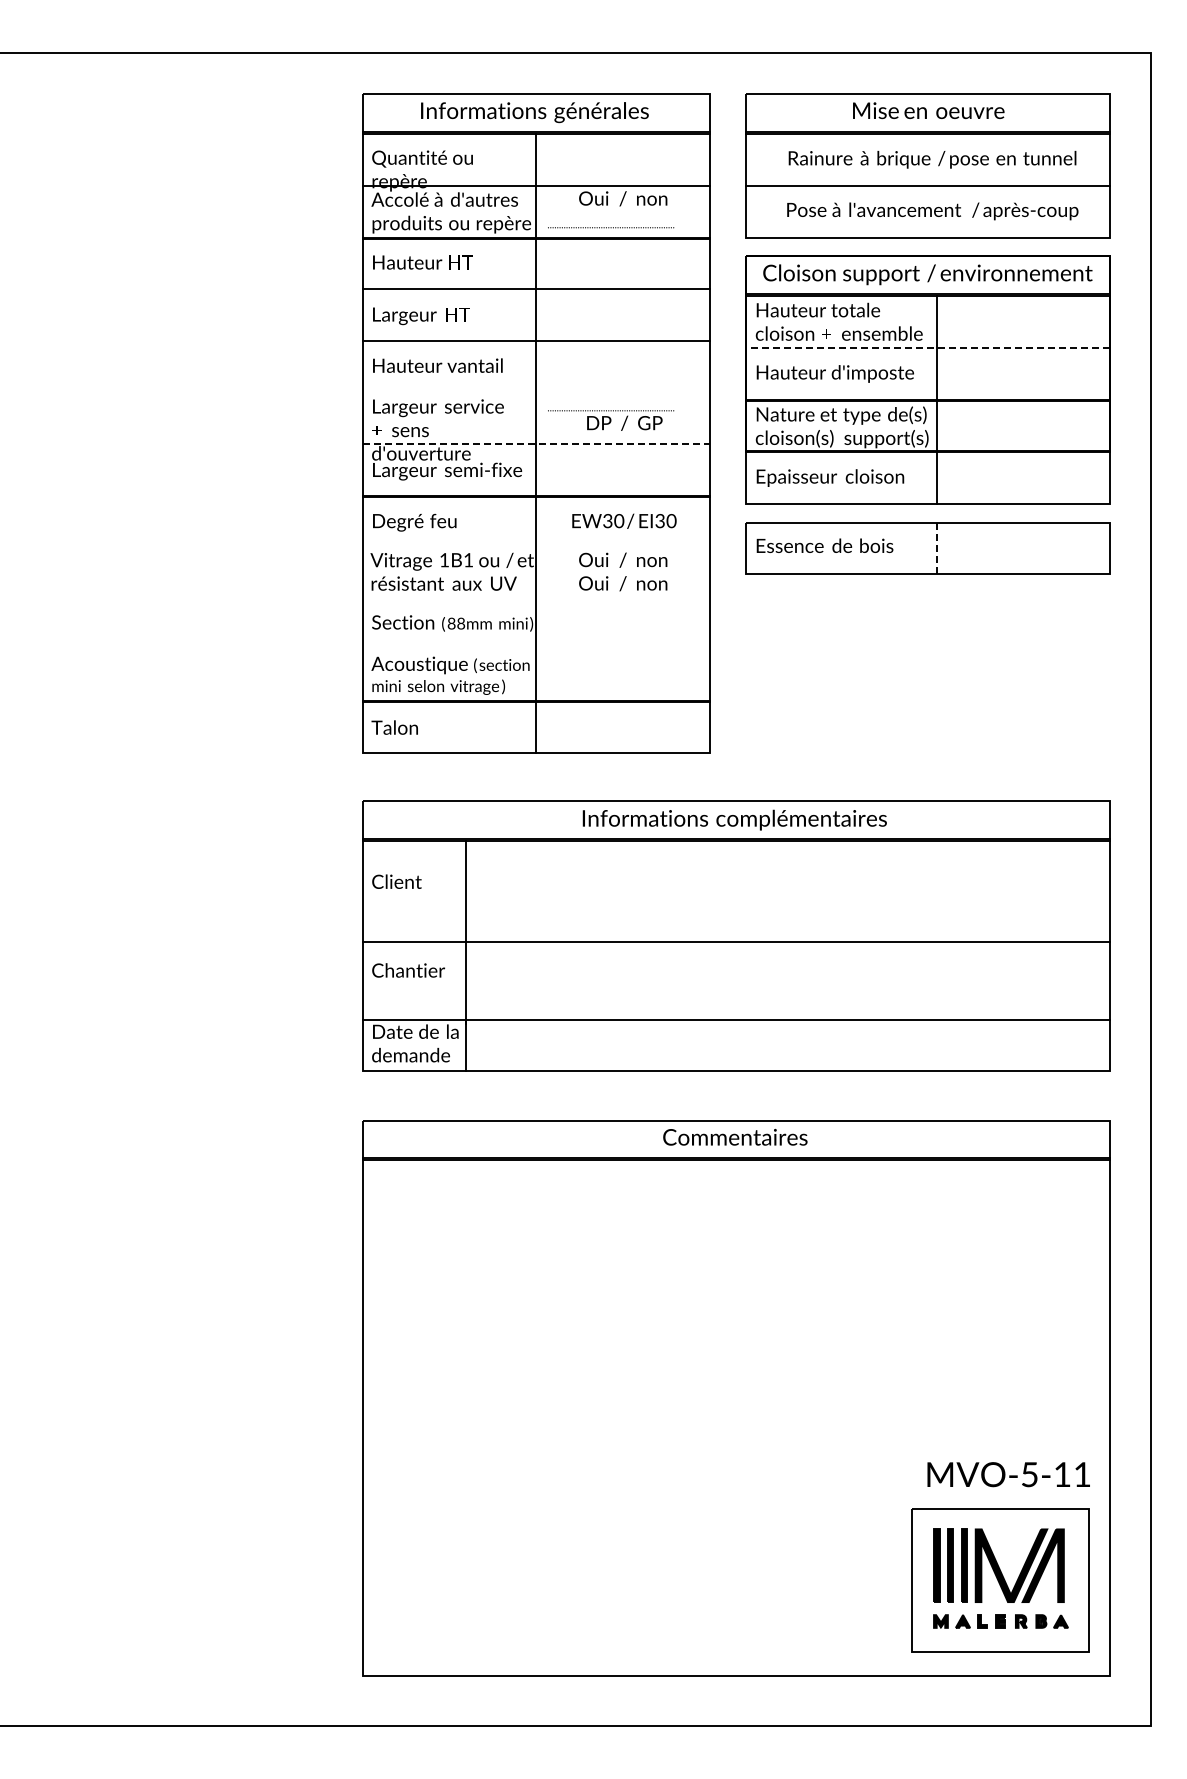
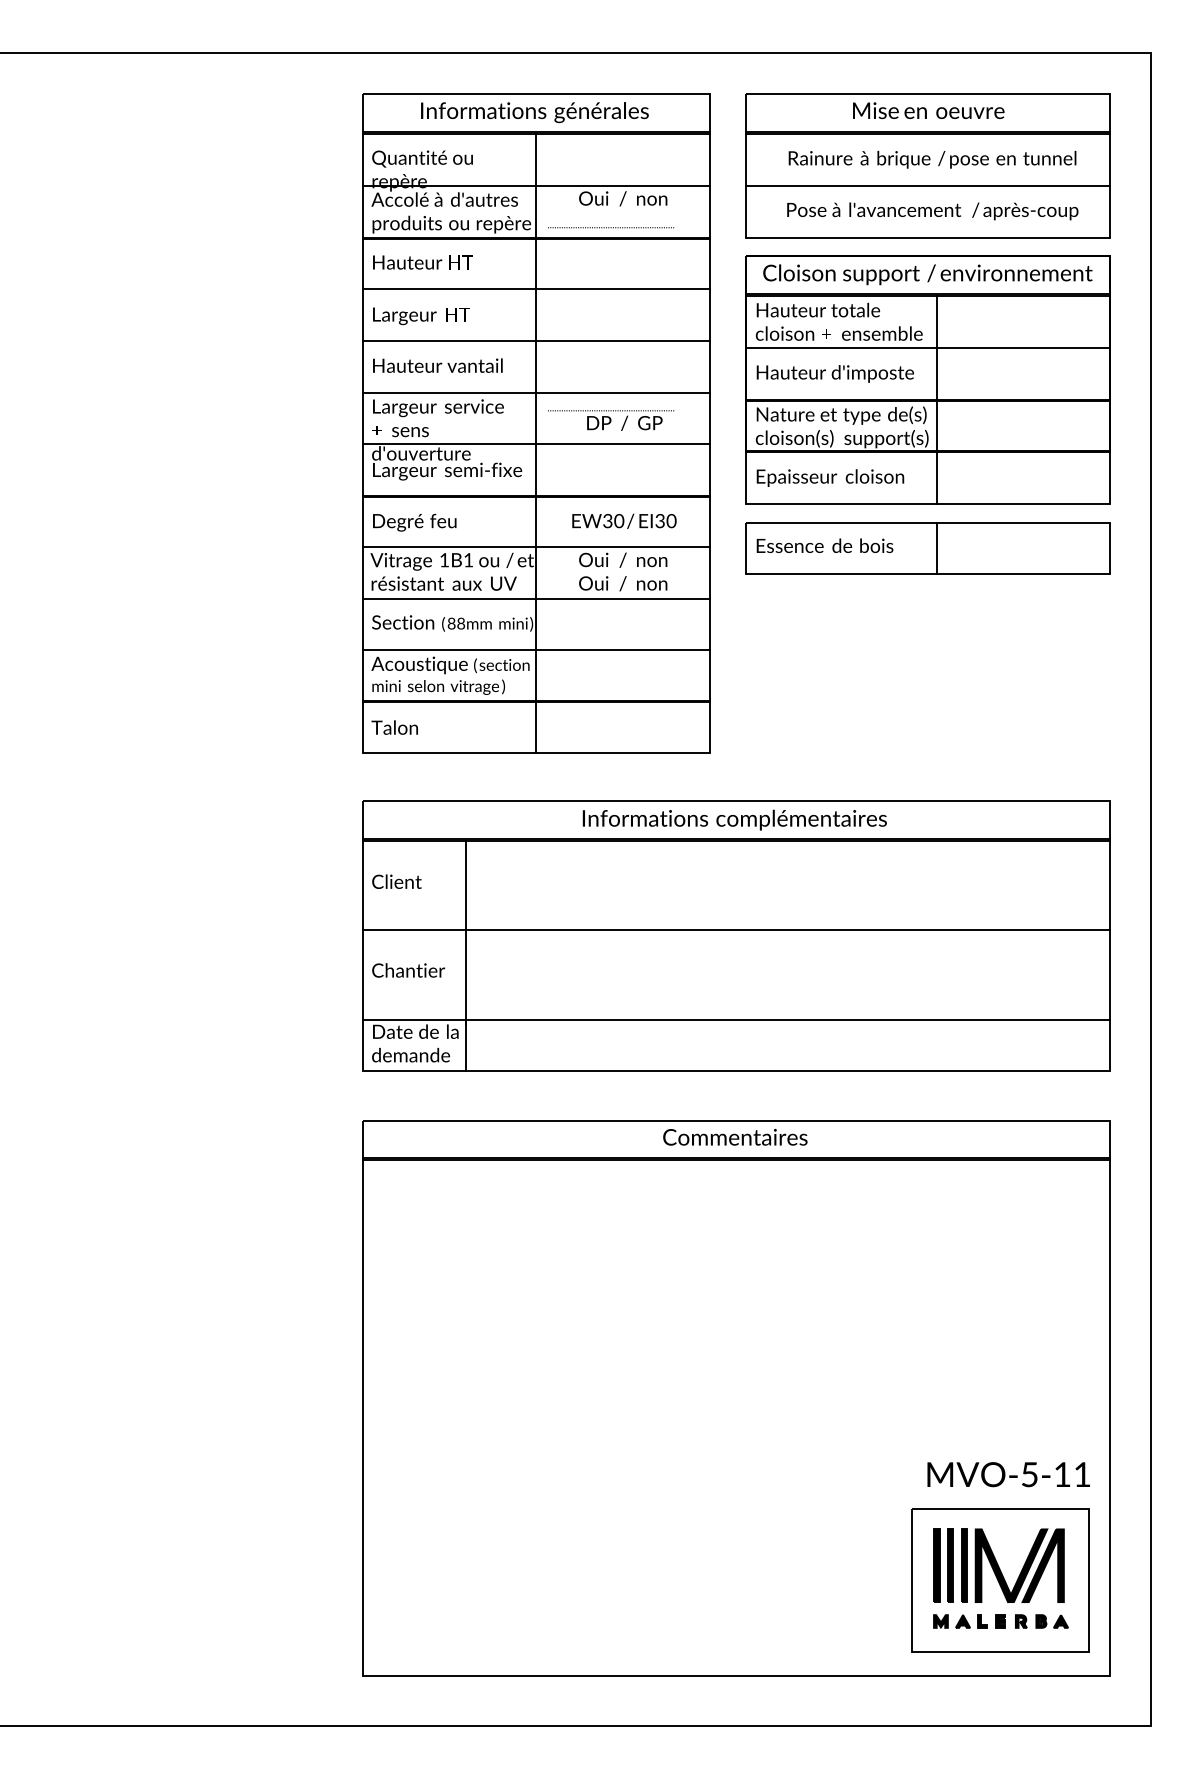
line at (928, 347): dashed -> solid
line at (536, 392): none -> present
line at (536, 444): dashed -> solid
line at (536, 547): none -> present
line at (936, 548): dashed -> solid
line at (536, 599): none -> present
line at (536, 649): none -> present
line at (736, 942) position: (736, 942) -> (736, 930)
